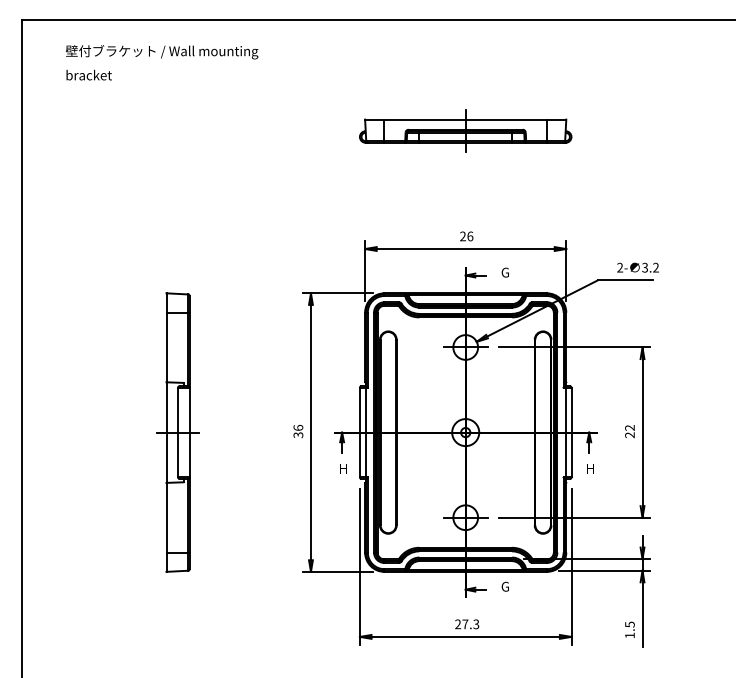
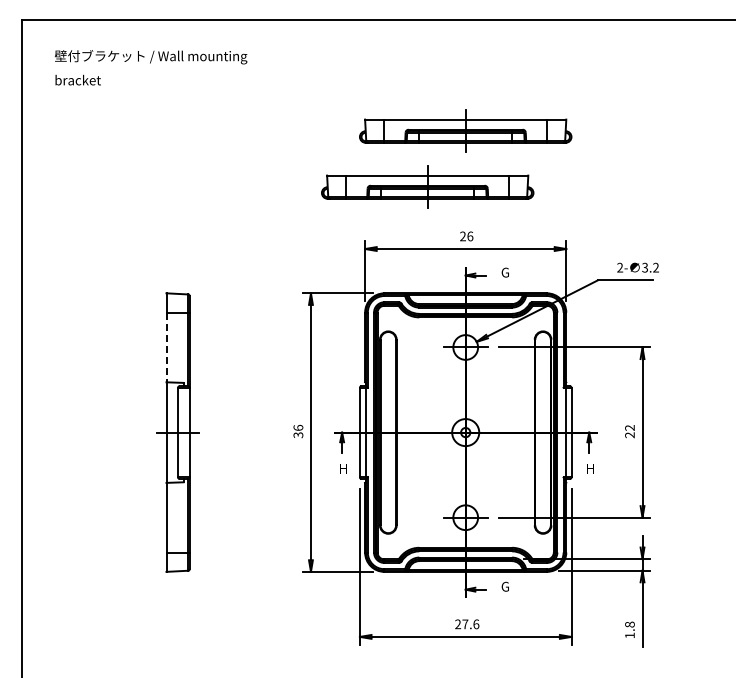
text at (161, 62) position: (161, 62) -> (150, 67)
part at (427, 186): none -> present
line at (166, 347): solid -> dashed
text at (476, 624): 27.3 -> 27.6
text at (629, 624): 1.5 -> 1.8
